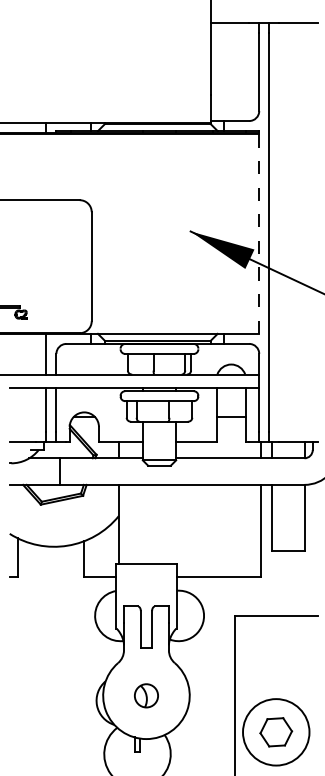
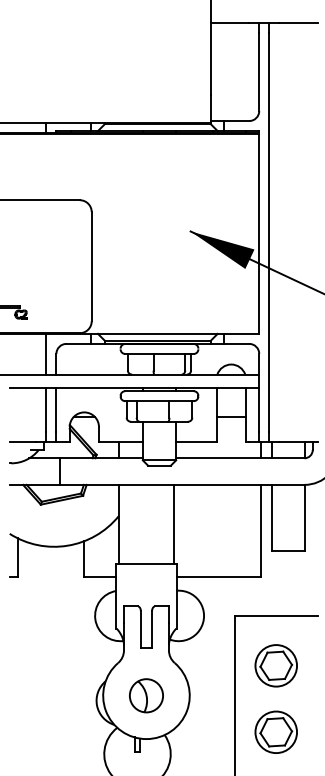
line at (259, 234): dashed -> solid
line at (174, 524): none -> present
part at (275, 665): none -> present
part at (146, 695) size: 25x26 px -> 35x36 px
circle at (276, 732) diameter: 66 px -> 42 px
